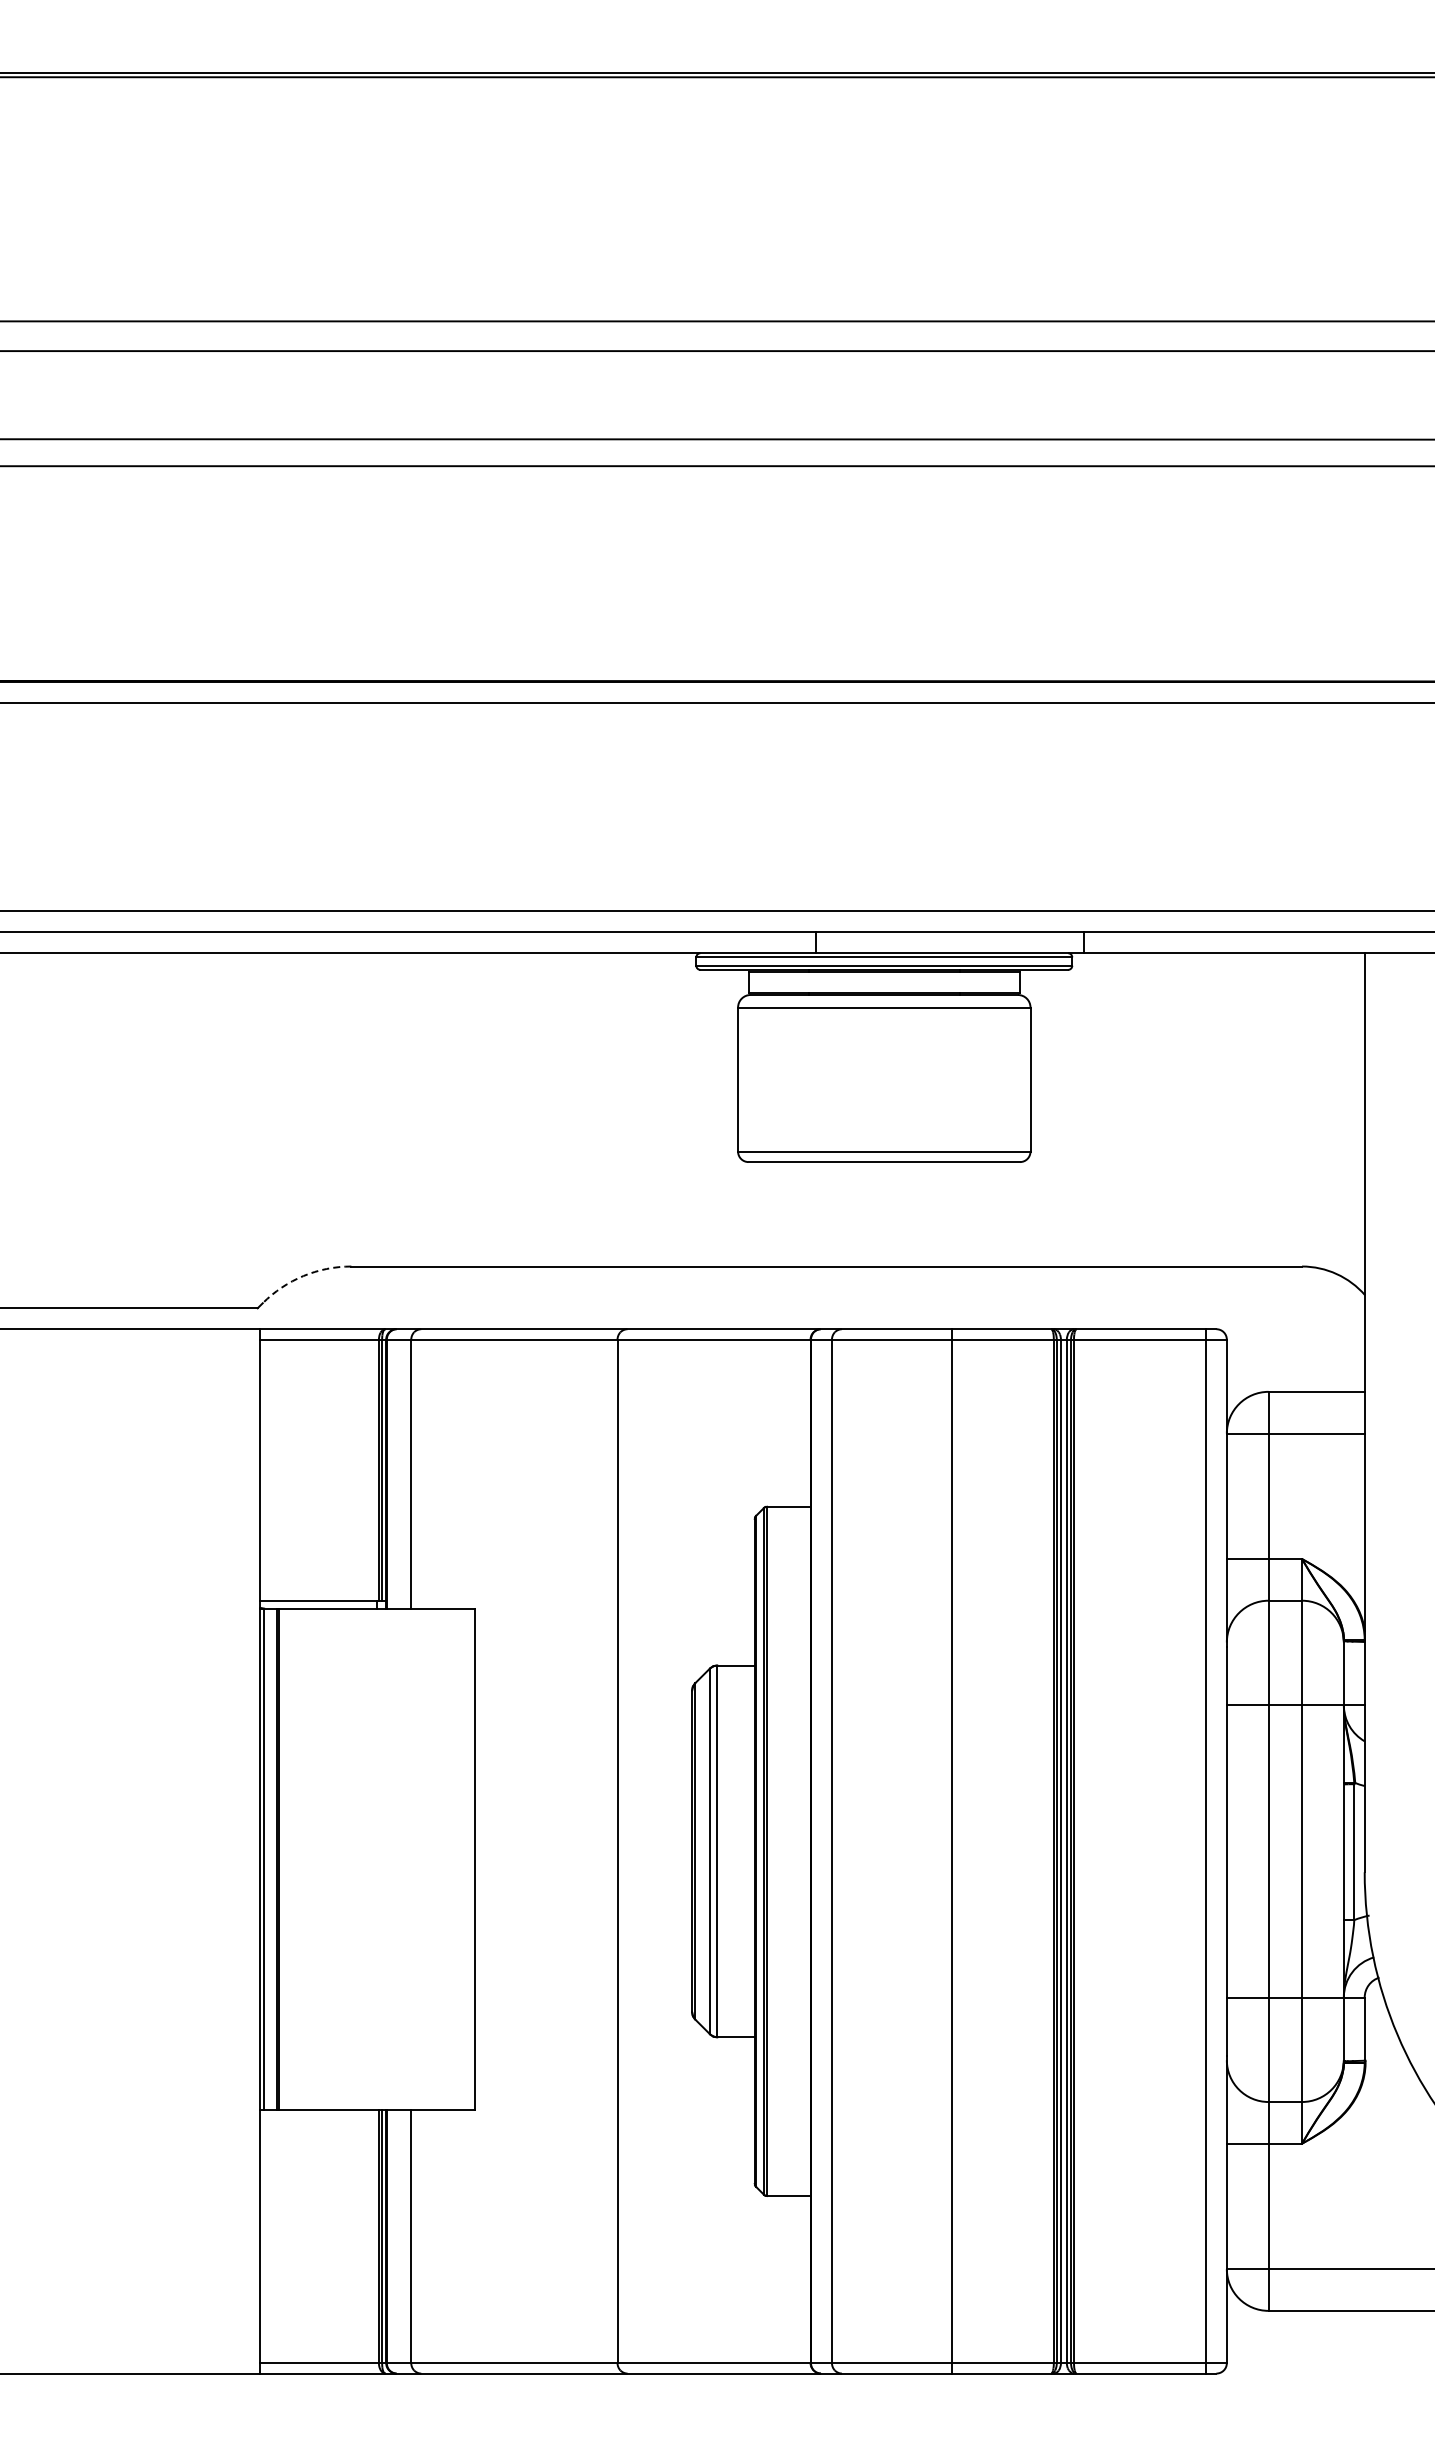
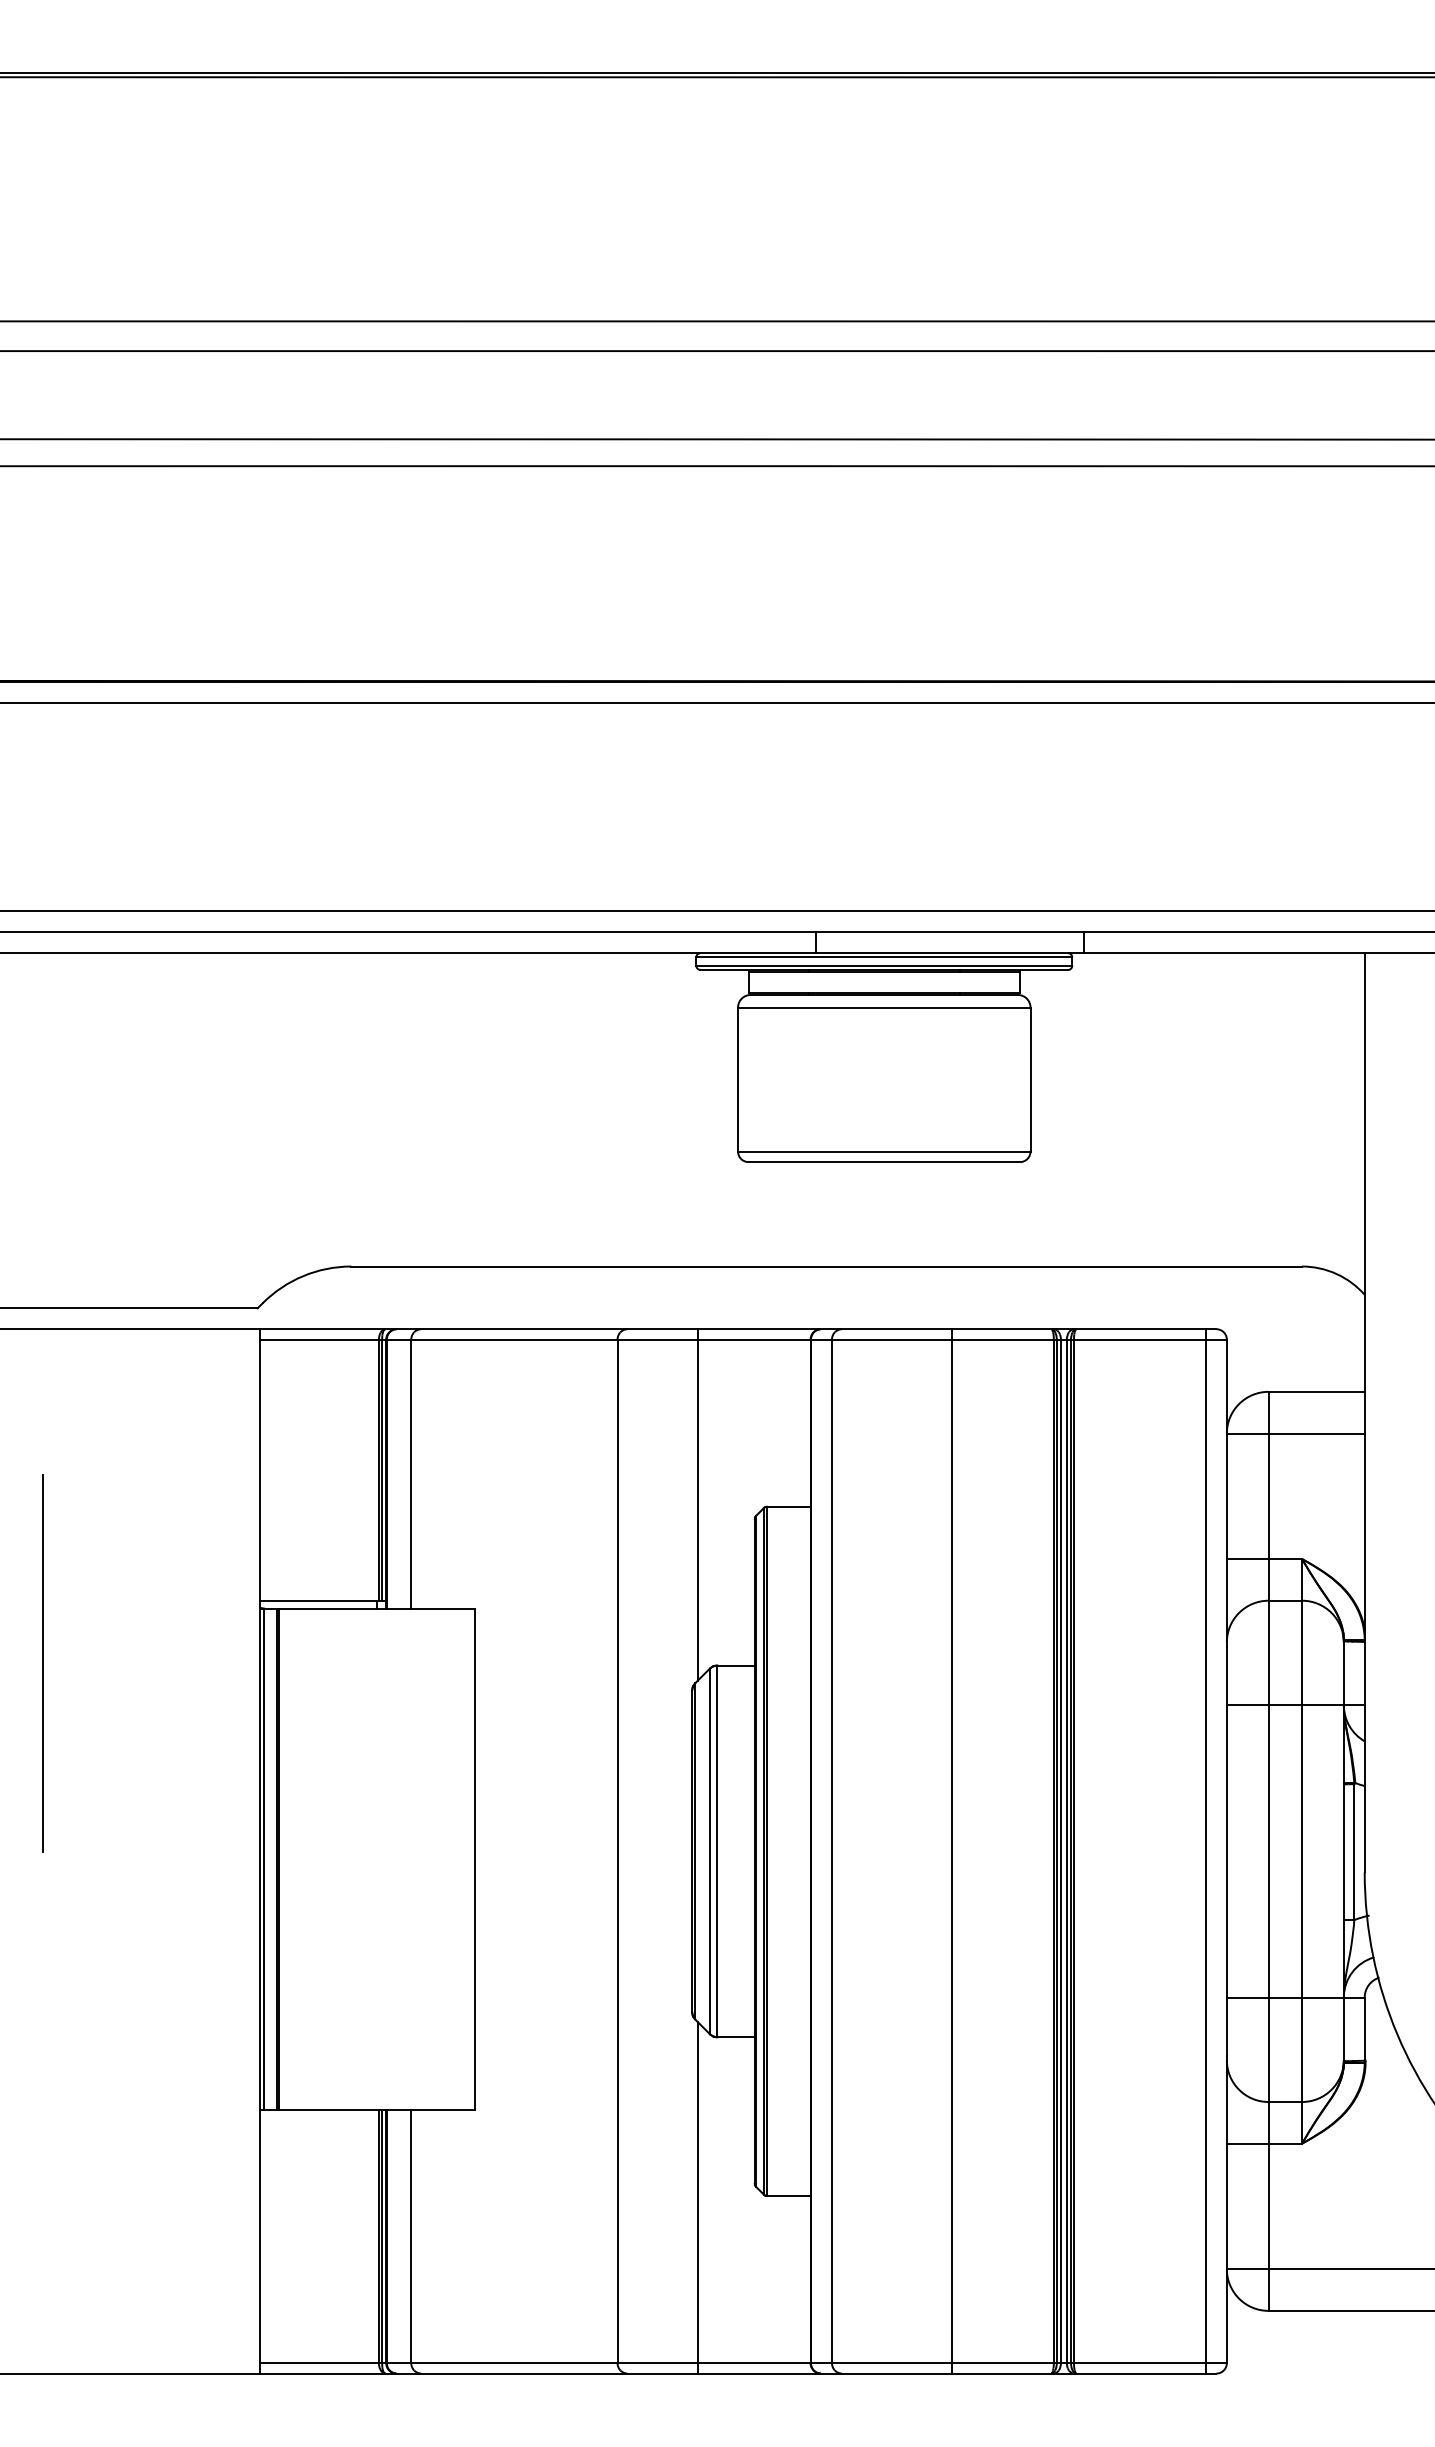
arc at (303, 1276): dashed -> solid
line at (697, 1504): none -> present
line at (42, 1663): none -> present
line at (697, 2197): none -> present
